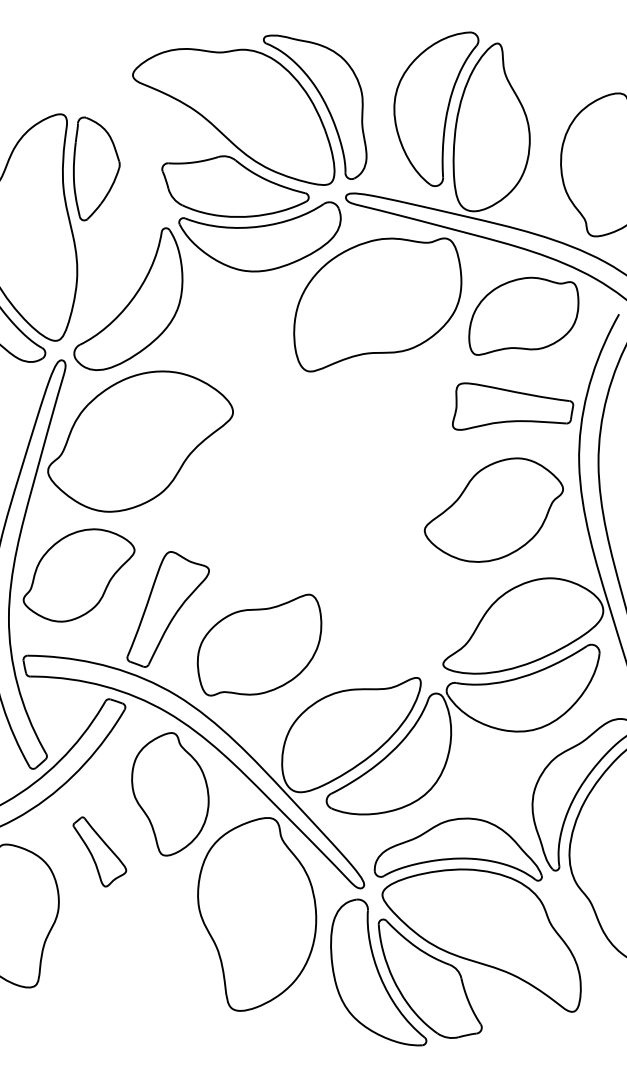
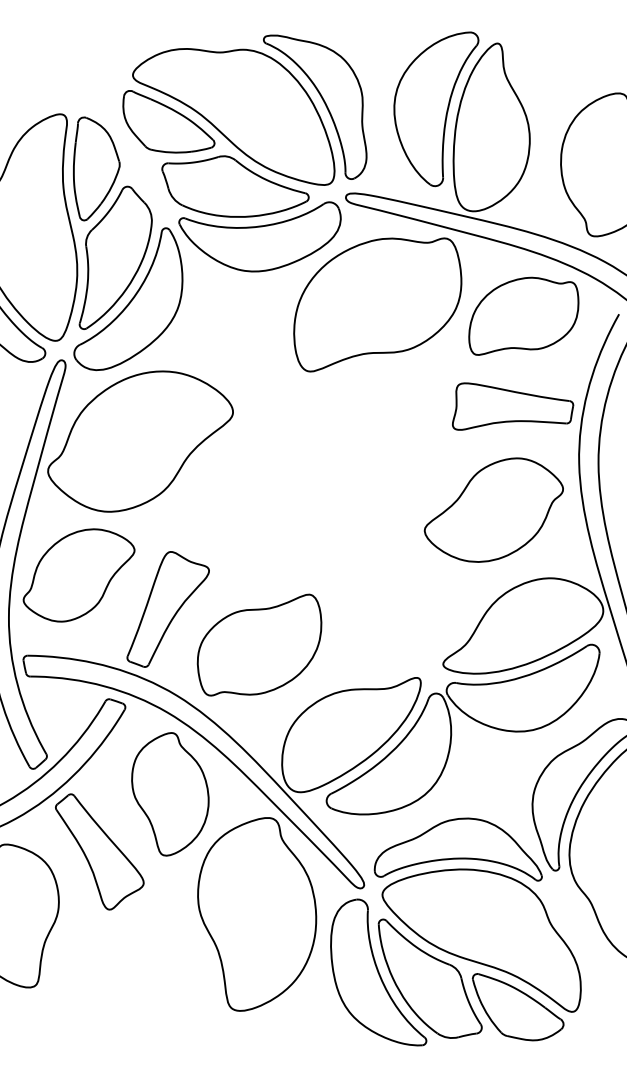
part at (168, 121): none -> present
part at (115, 257): none -> present
part at (99, 851) size: 56x72 px -> 90x118 px
part at (517, 1007): none -> present
